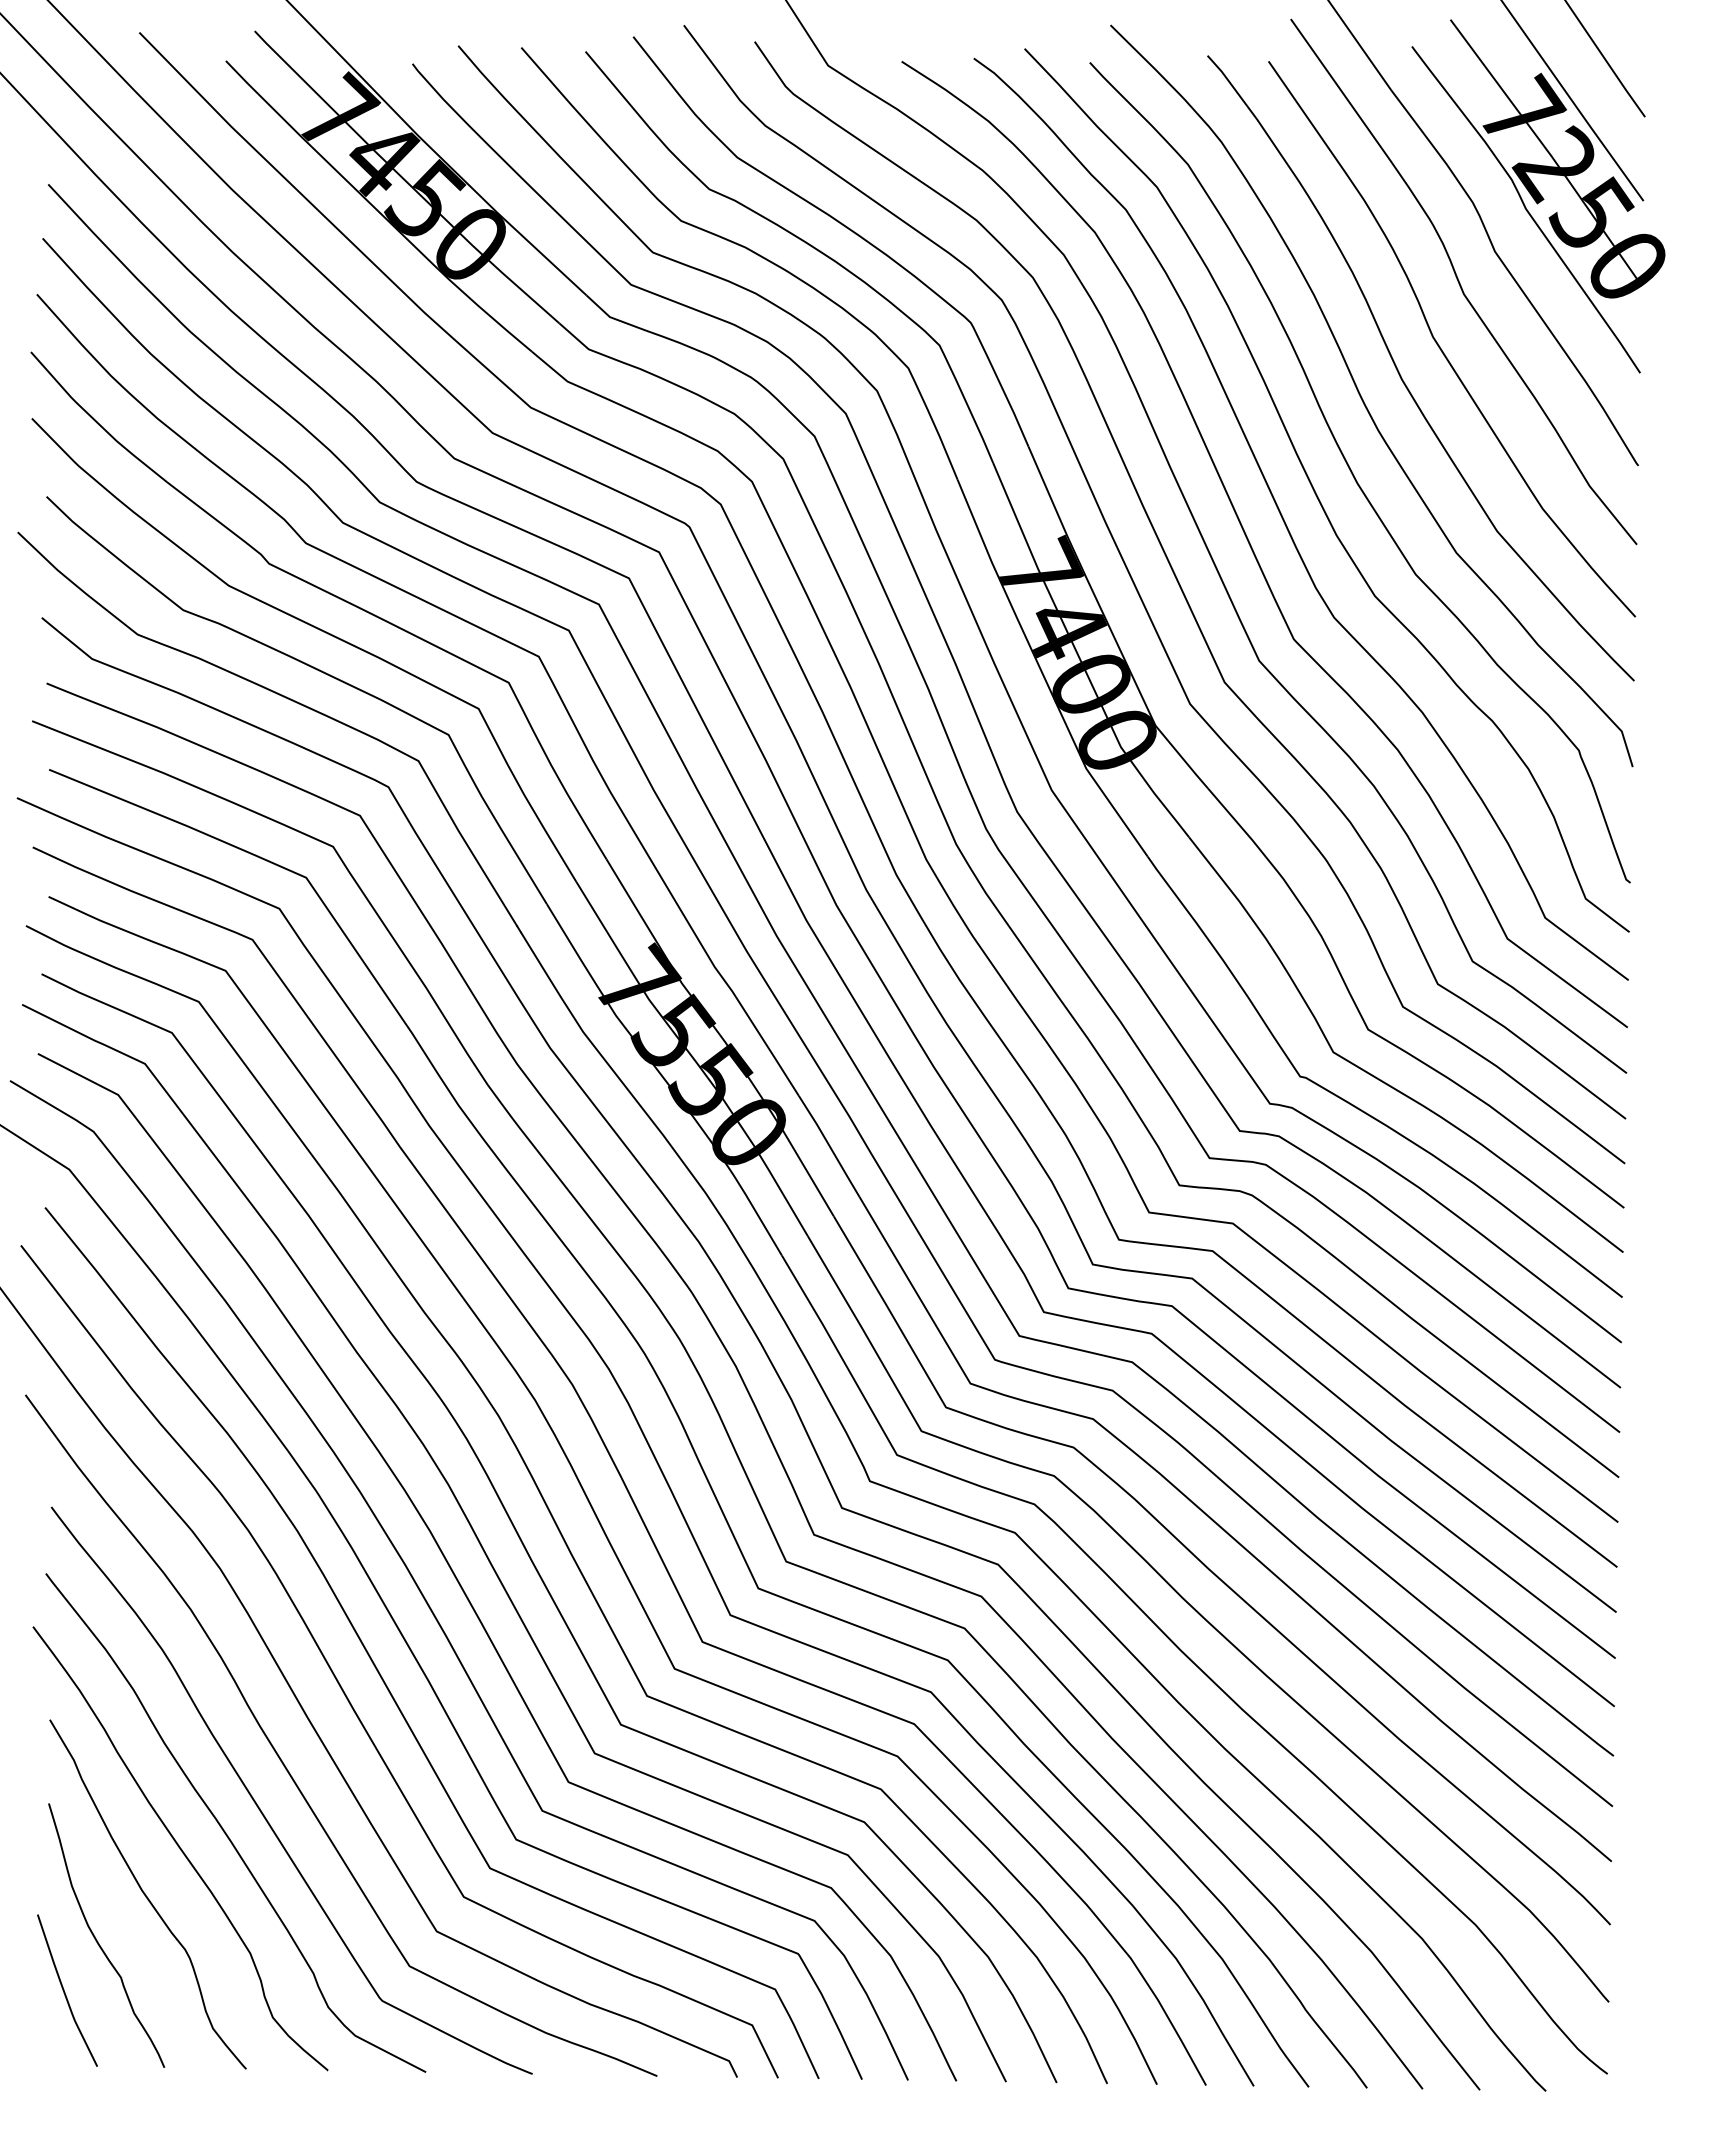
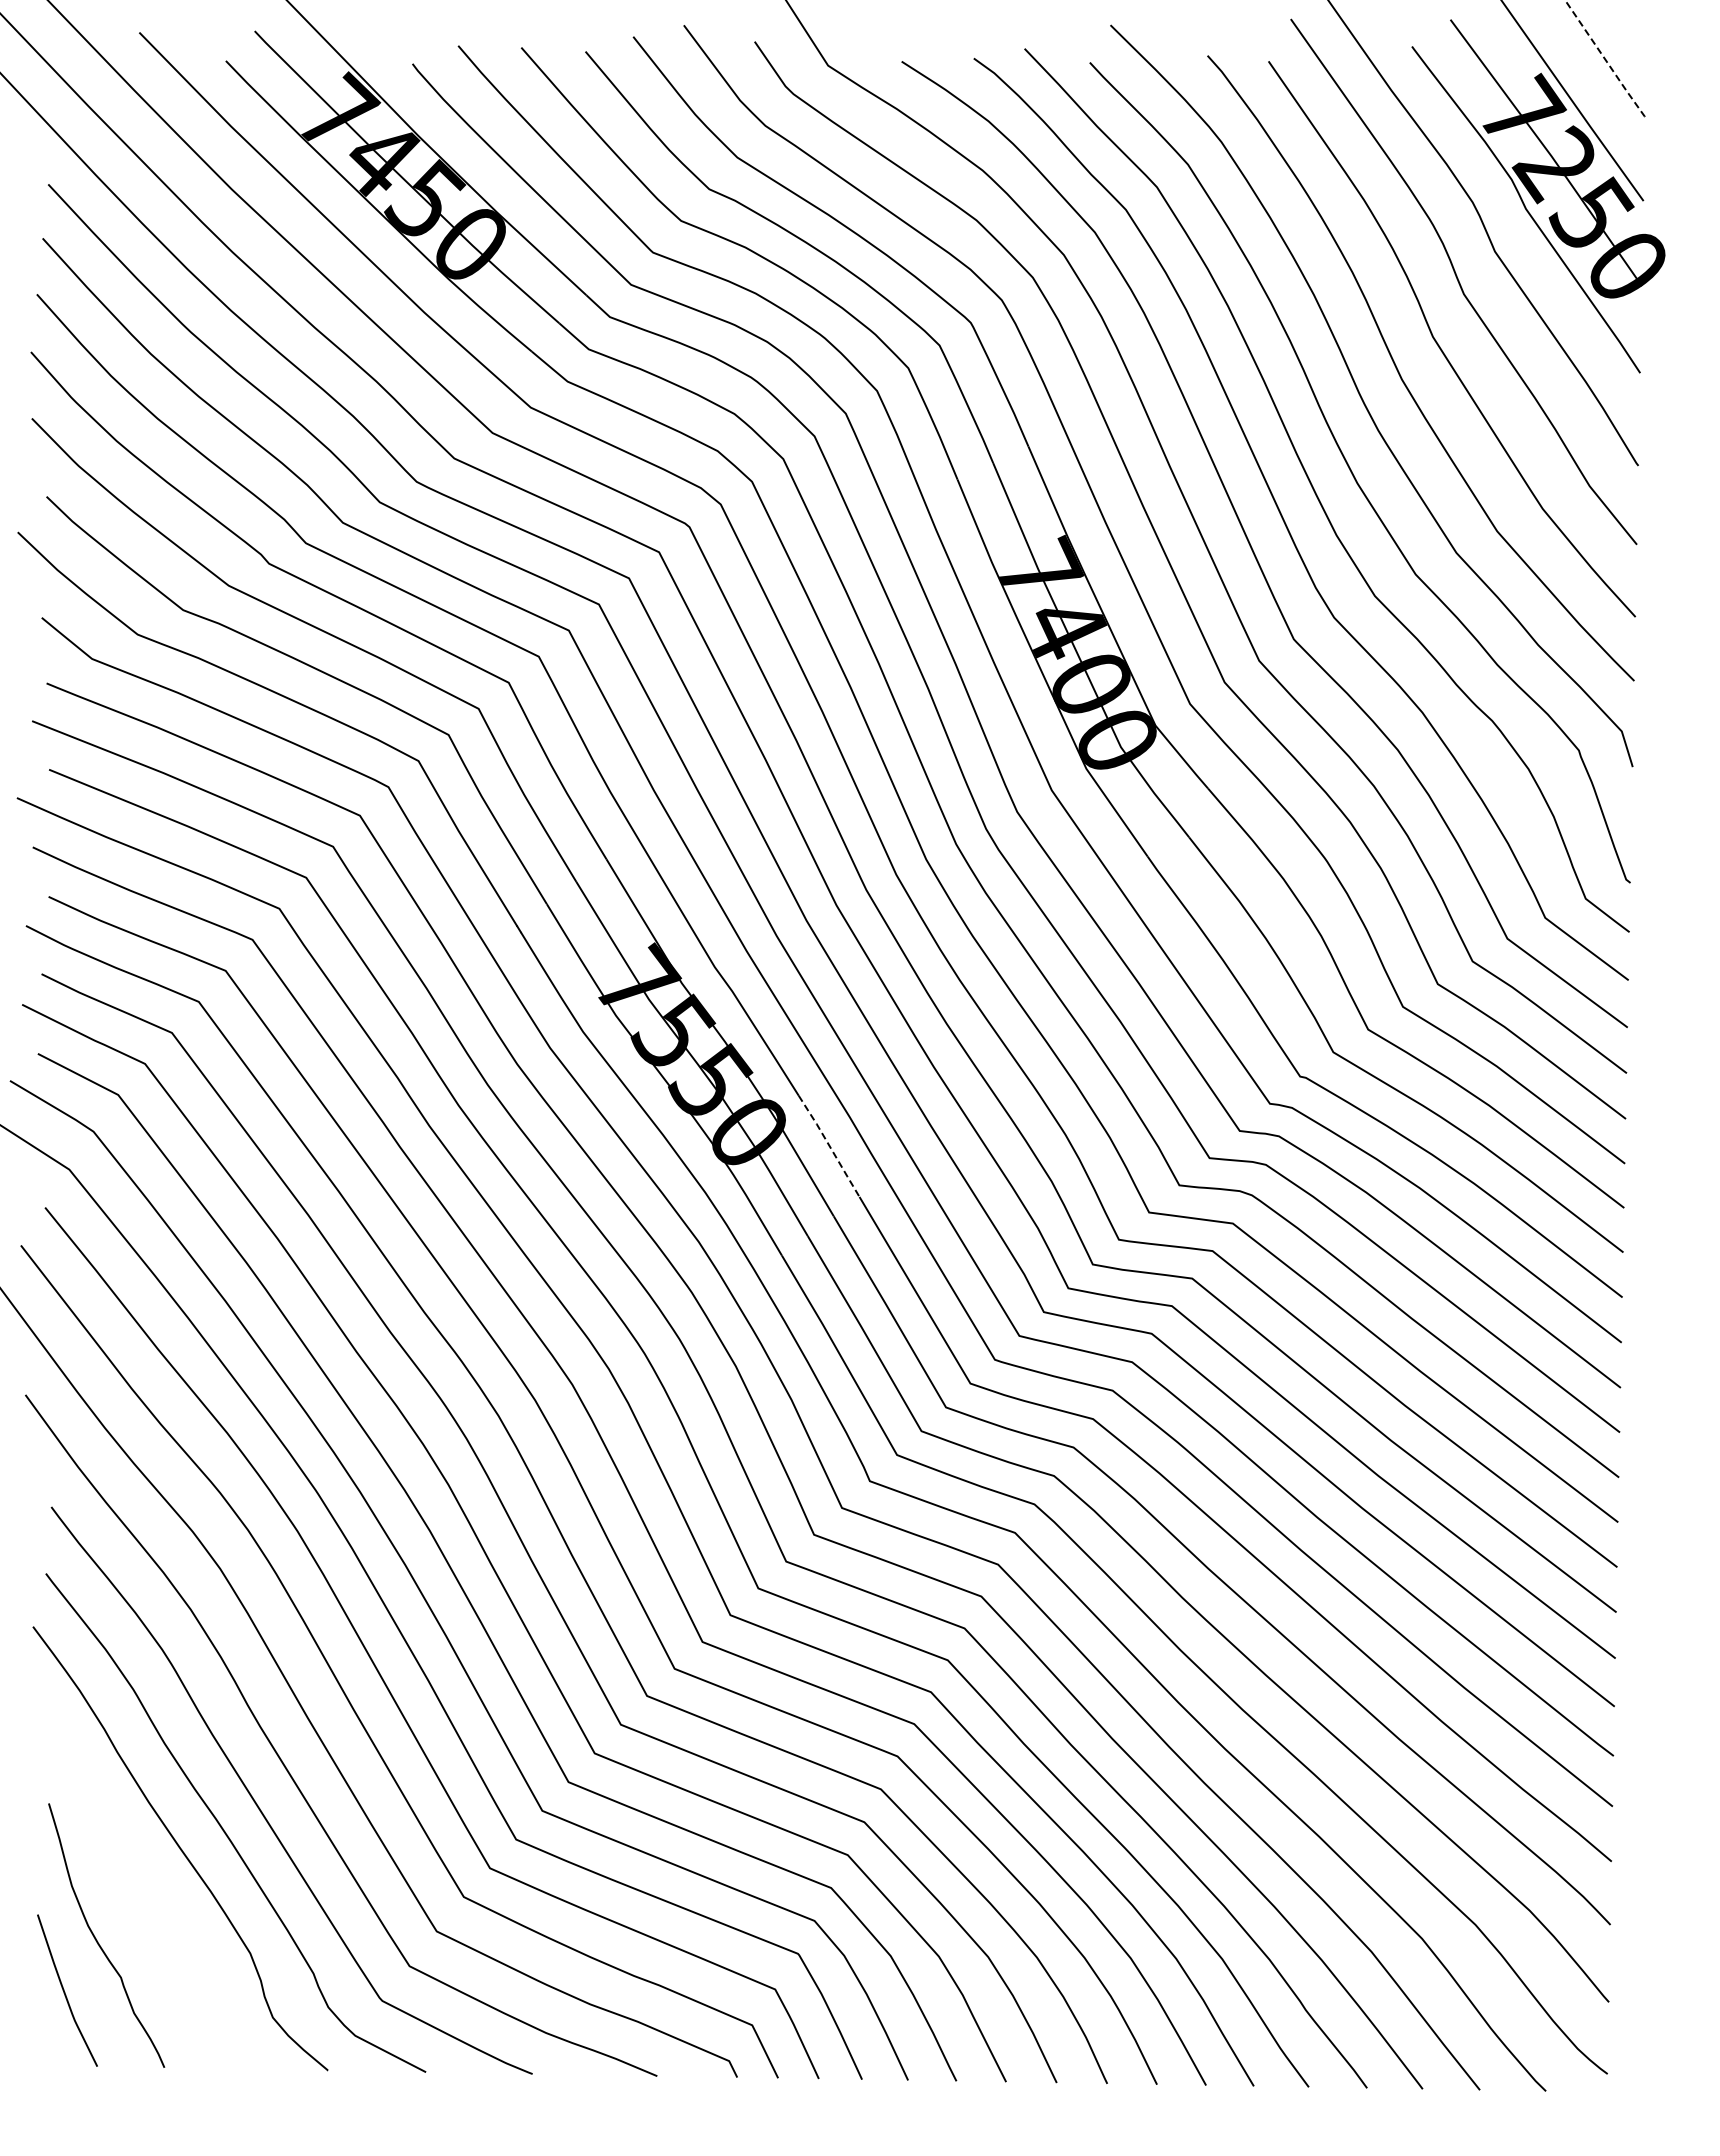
line at (1606, 60): solid -> dashed
line at (829, 1146): solid -> dashed
curve at (146, 1895): present -> none
